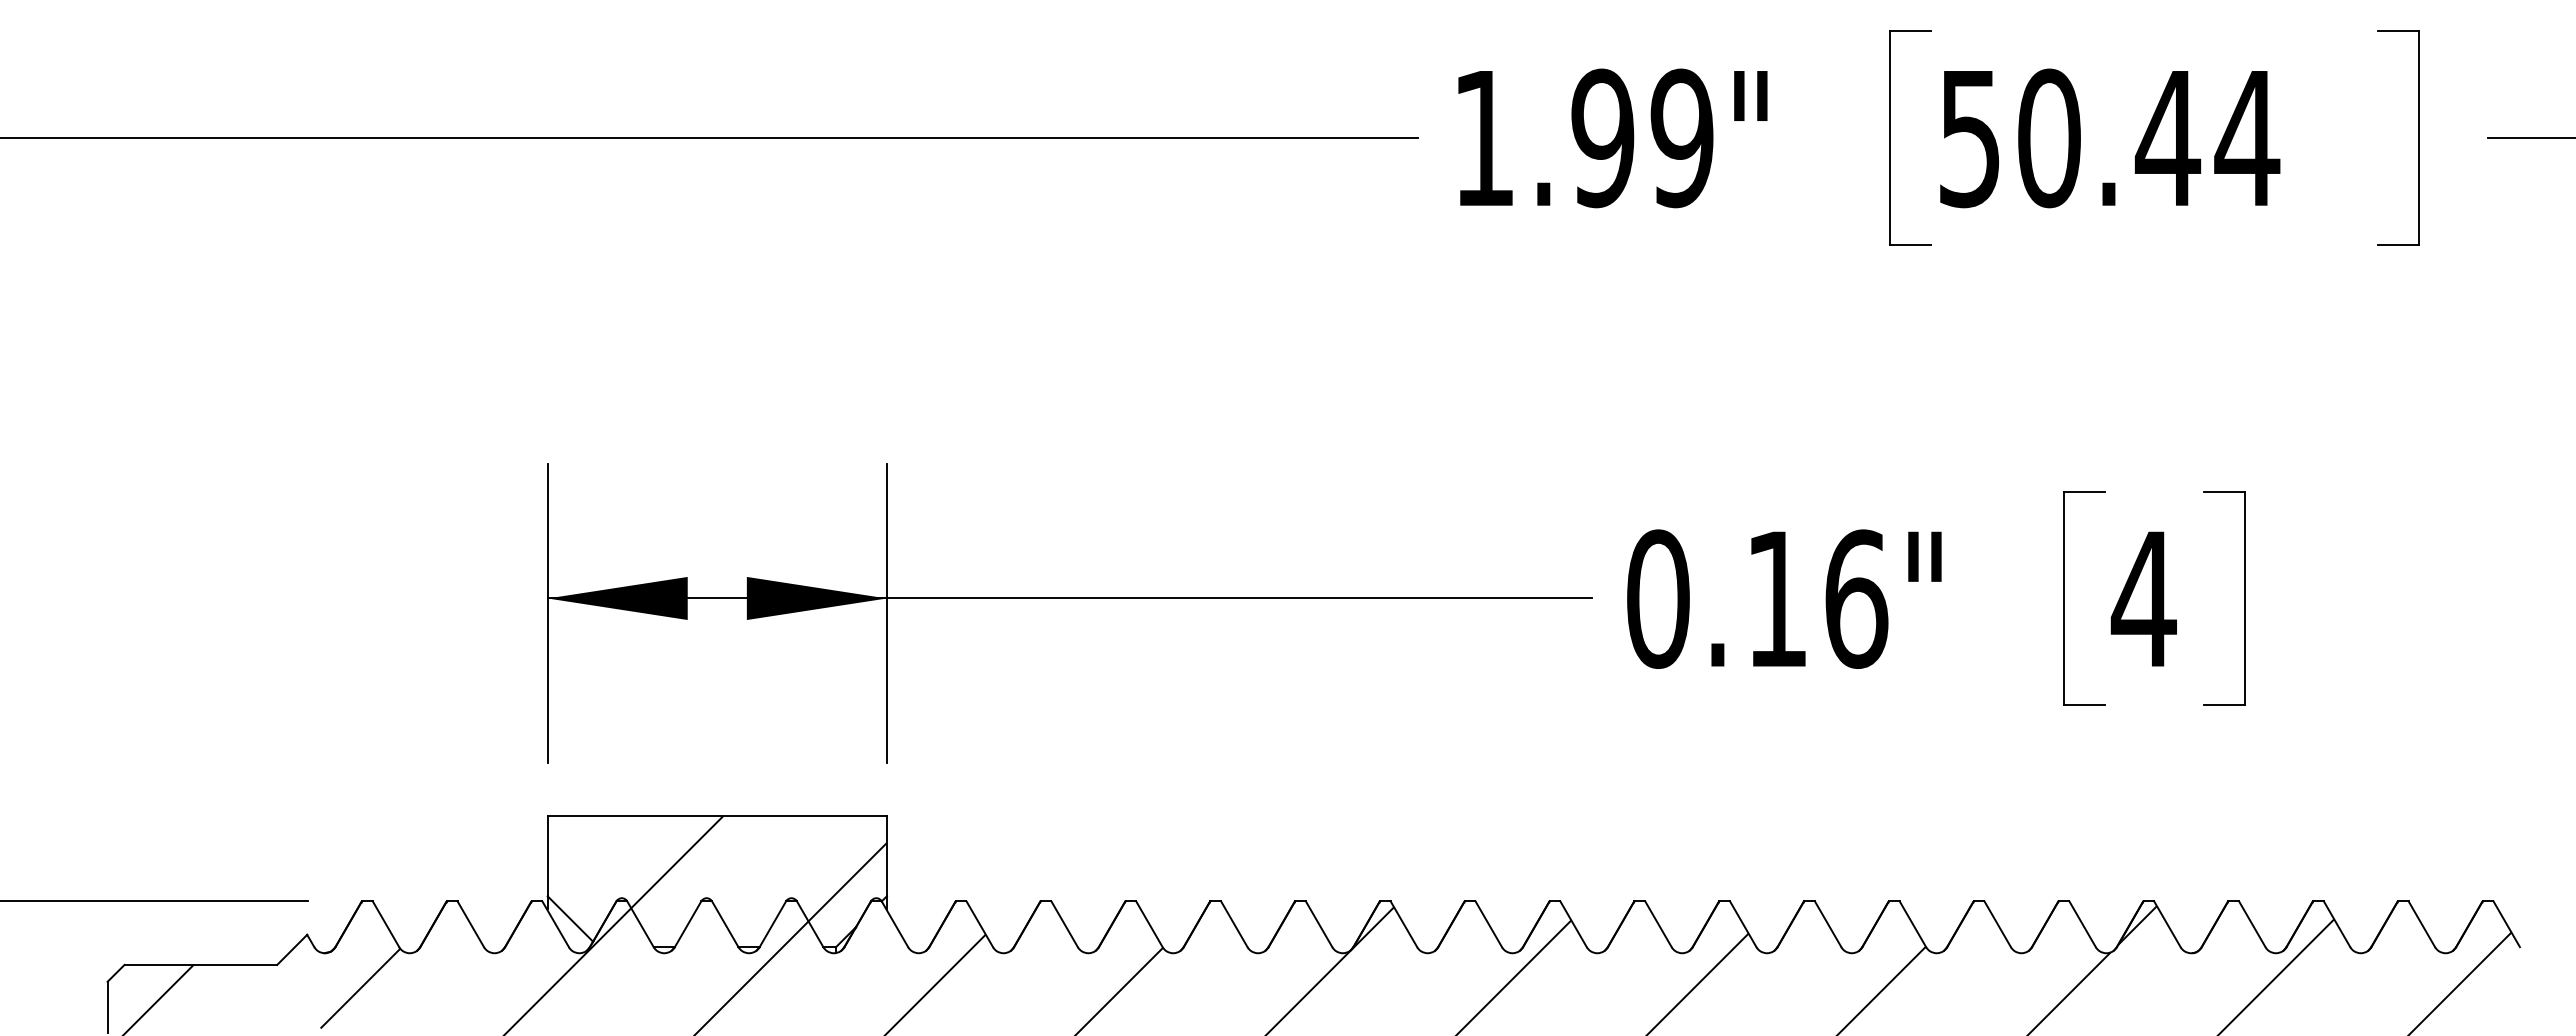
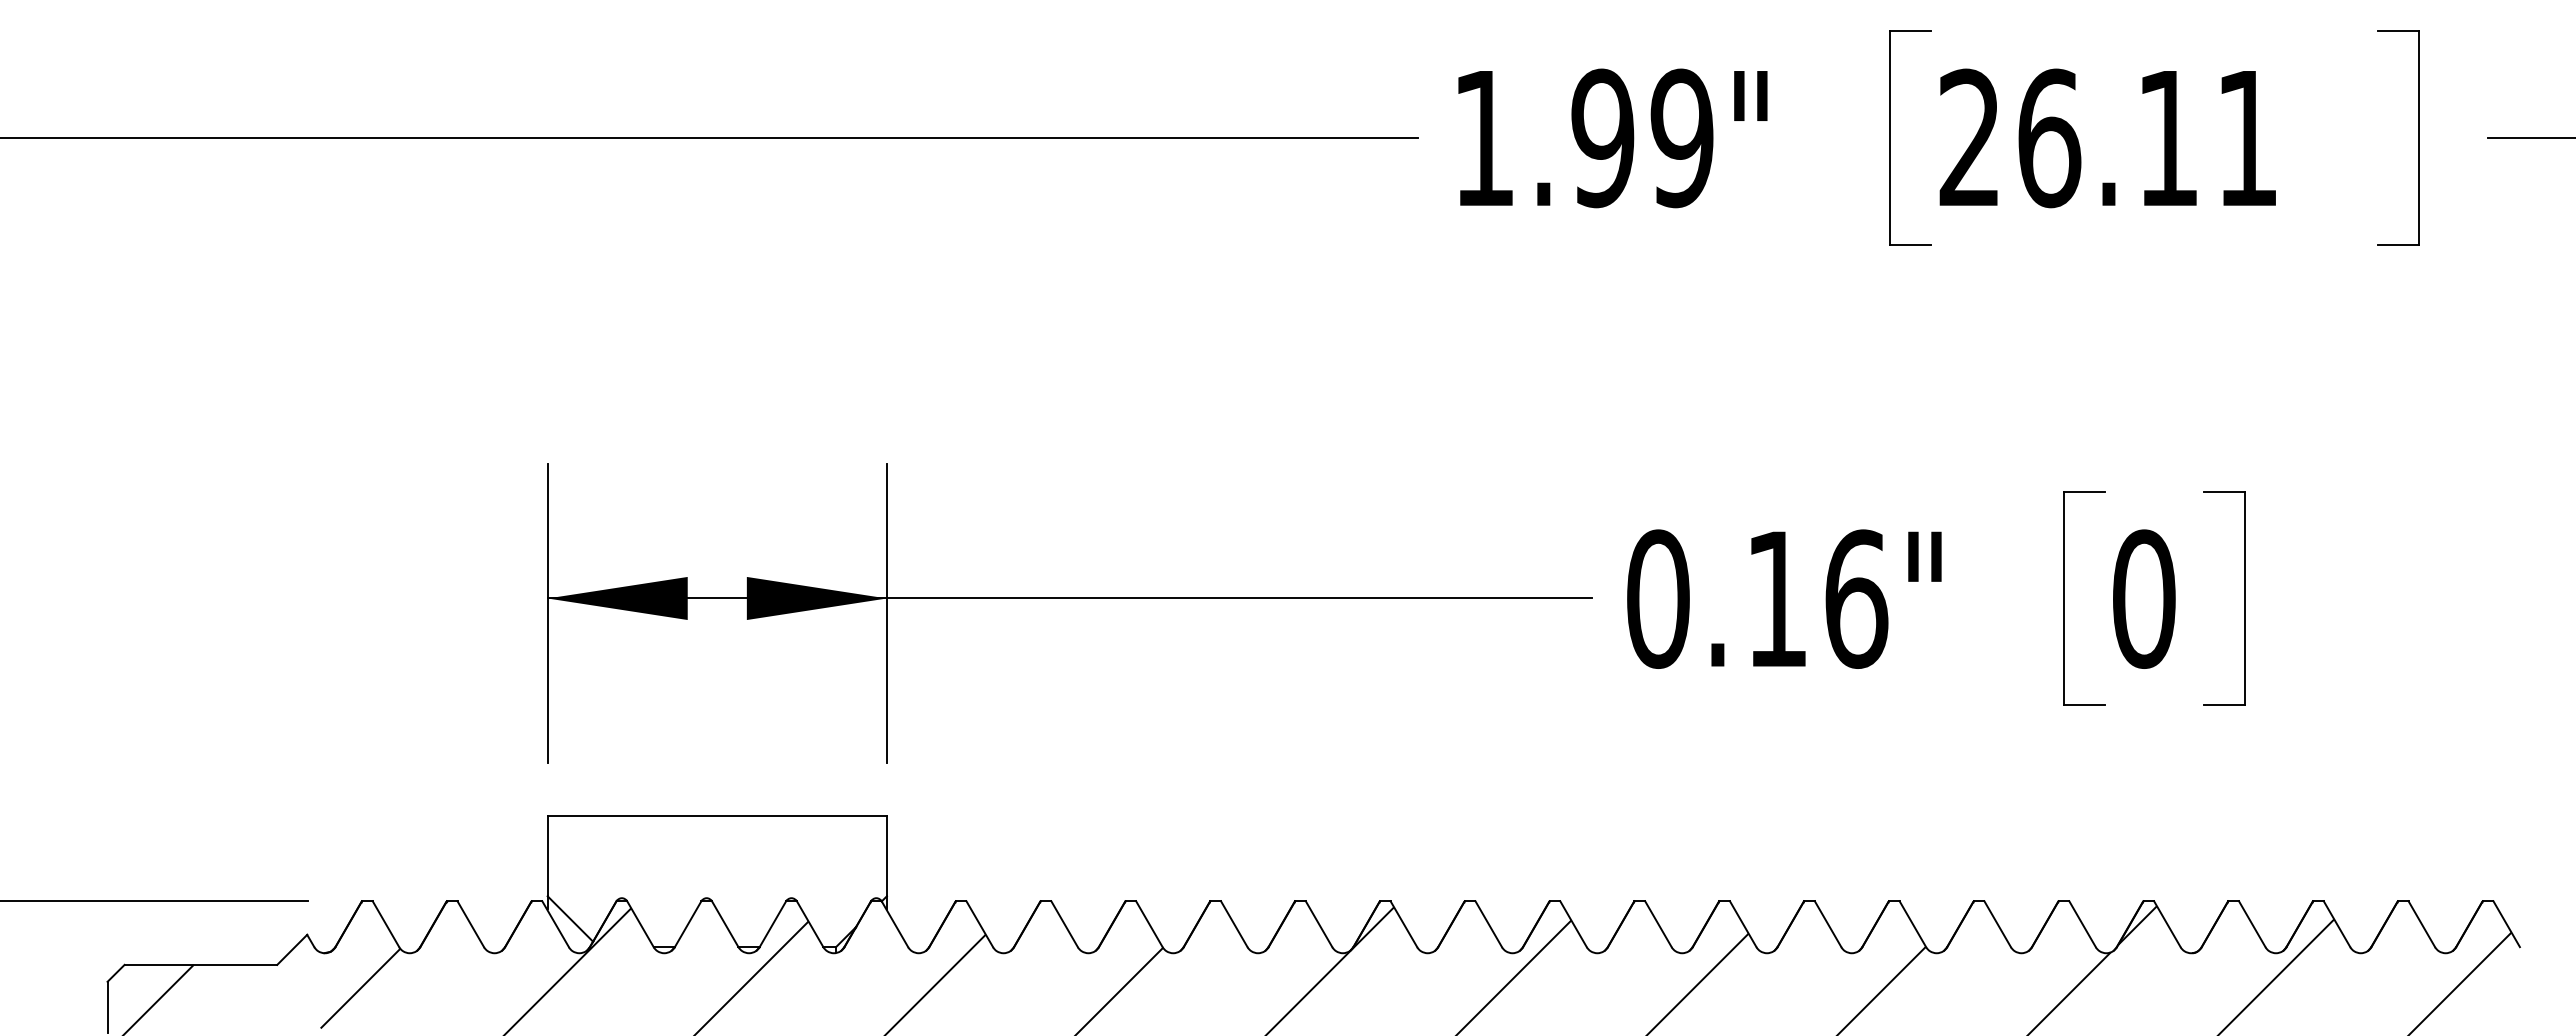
text at (2109, 138): 50.44 -> 26.11
text at (2143, 598): 4 -> 0
hatch at (758, 868): present -> none
